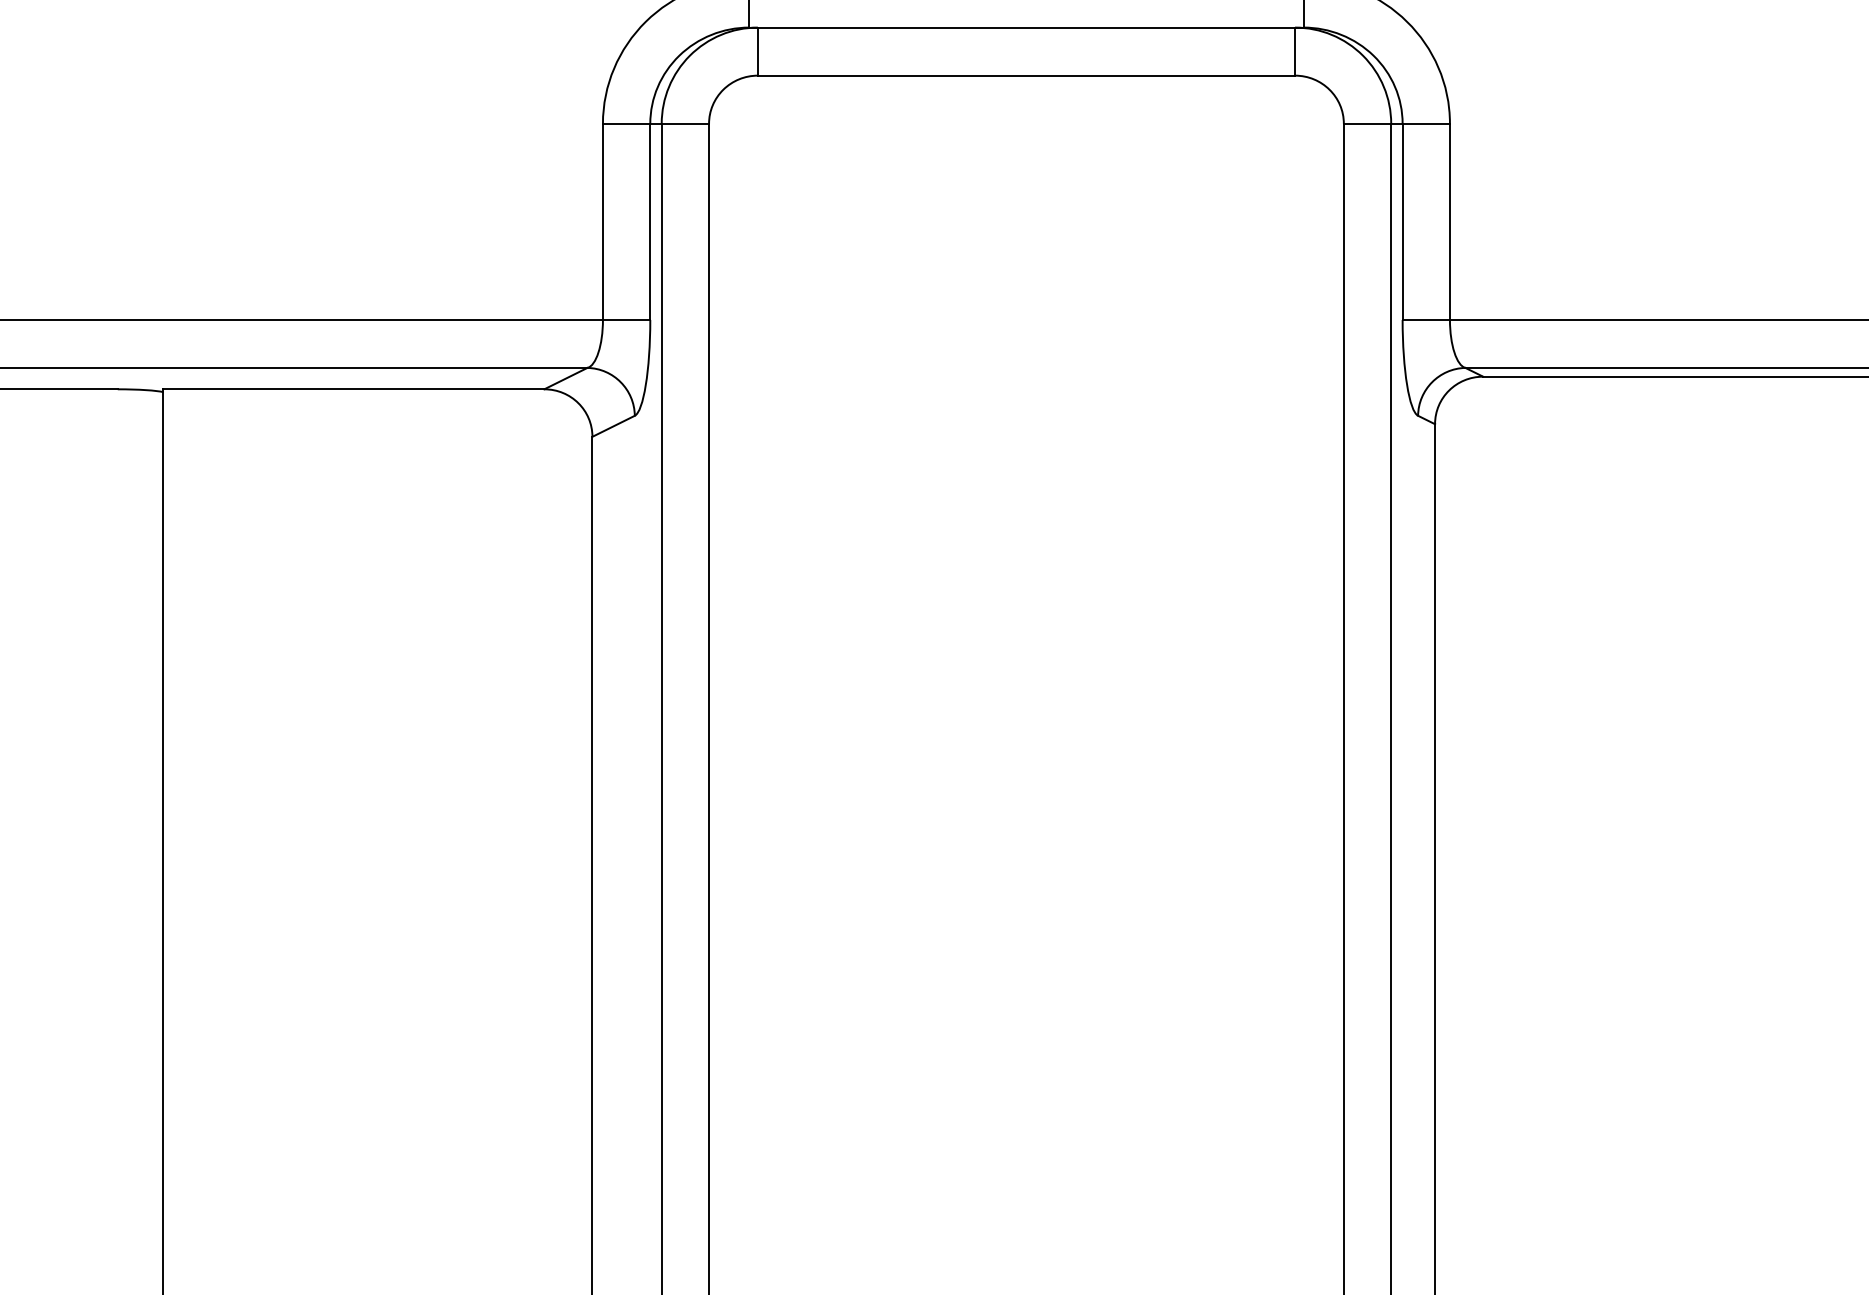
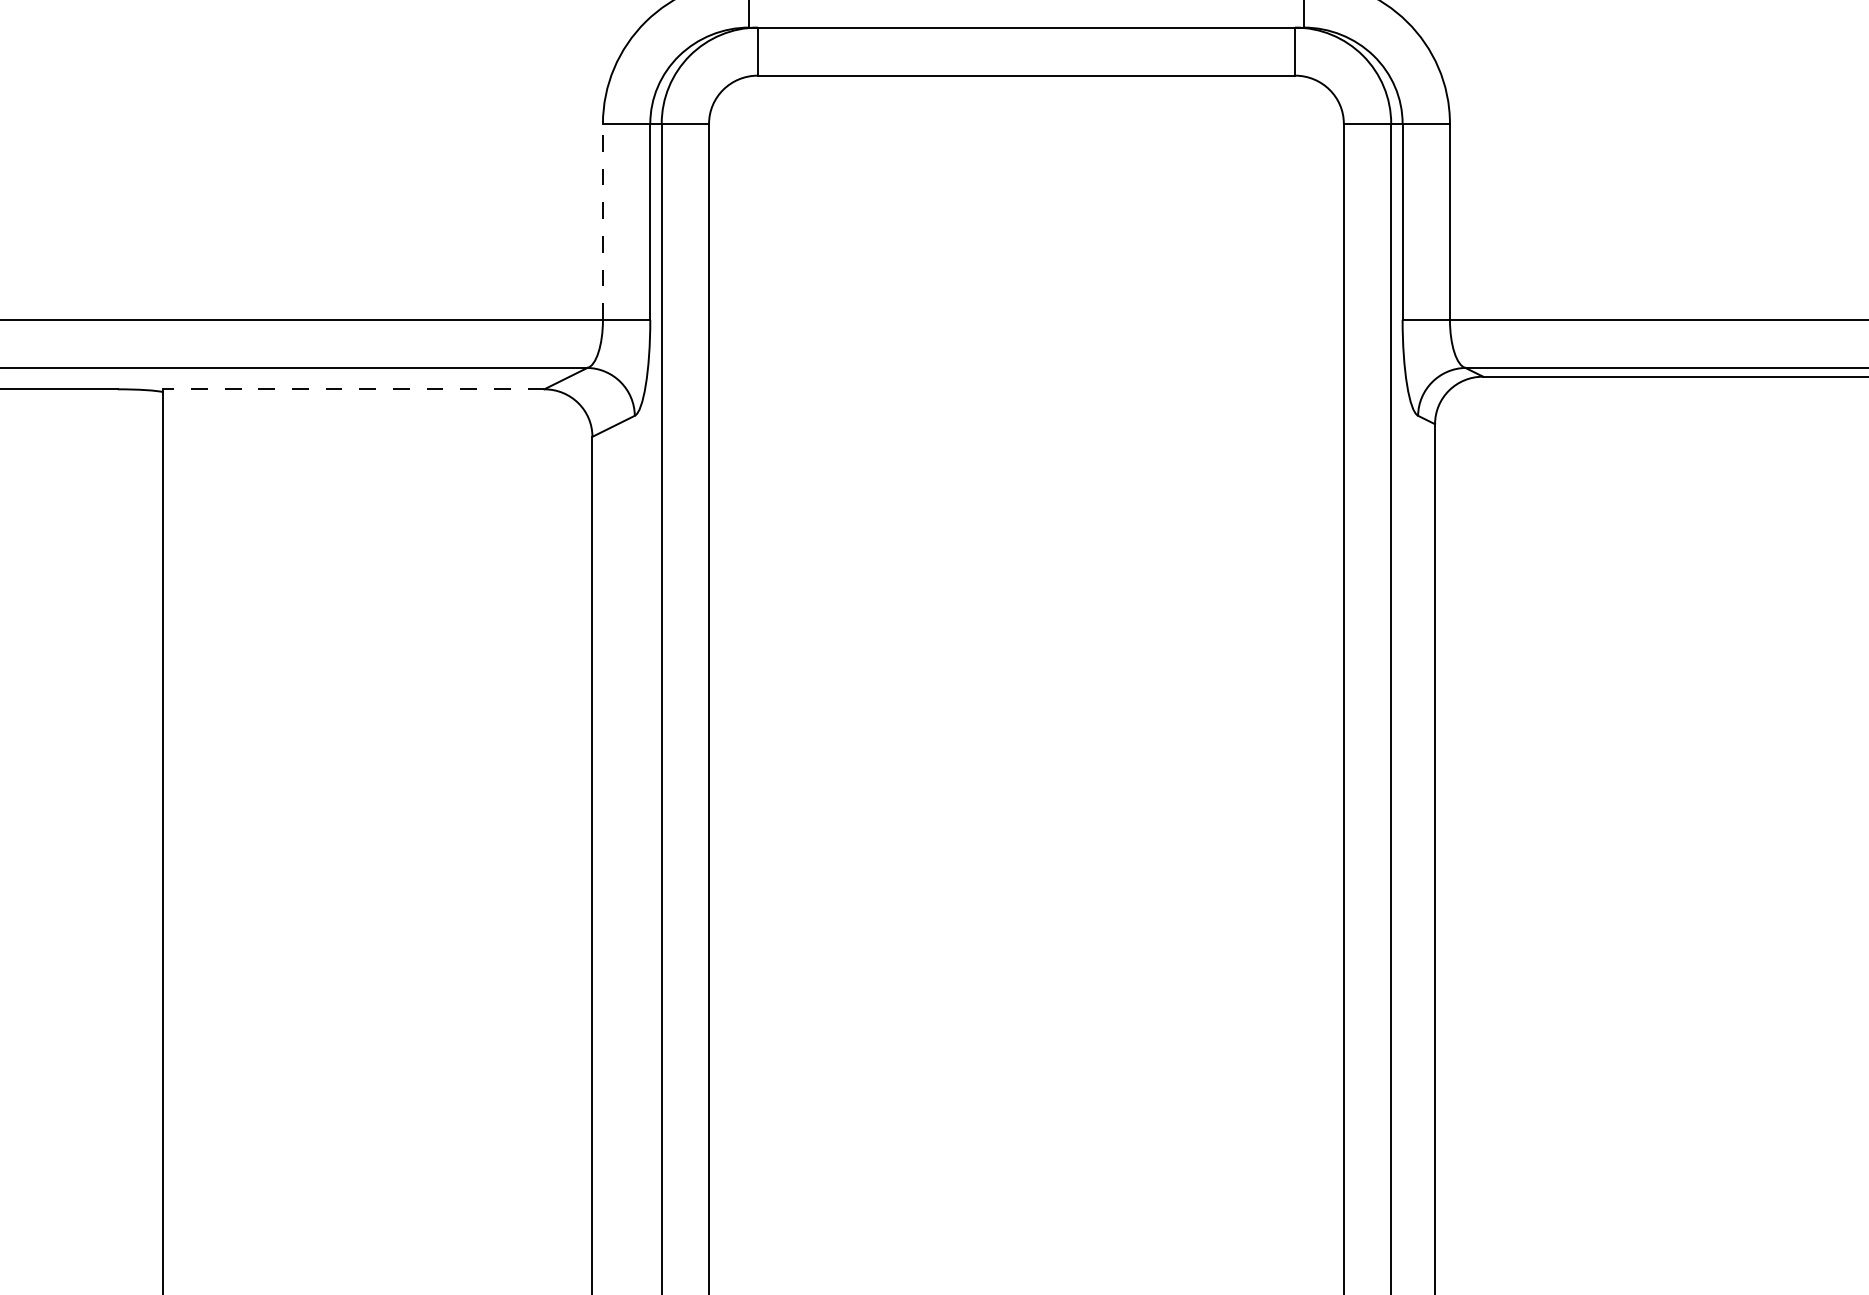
line at (602, 221): solid -> dashed
line at (353, 389): solid -> dashed
